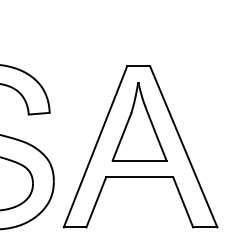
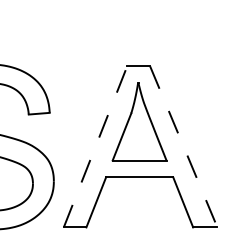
line at (95, 146): solid -> dashed
line at (183, 147): solid -> dashed
